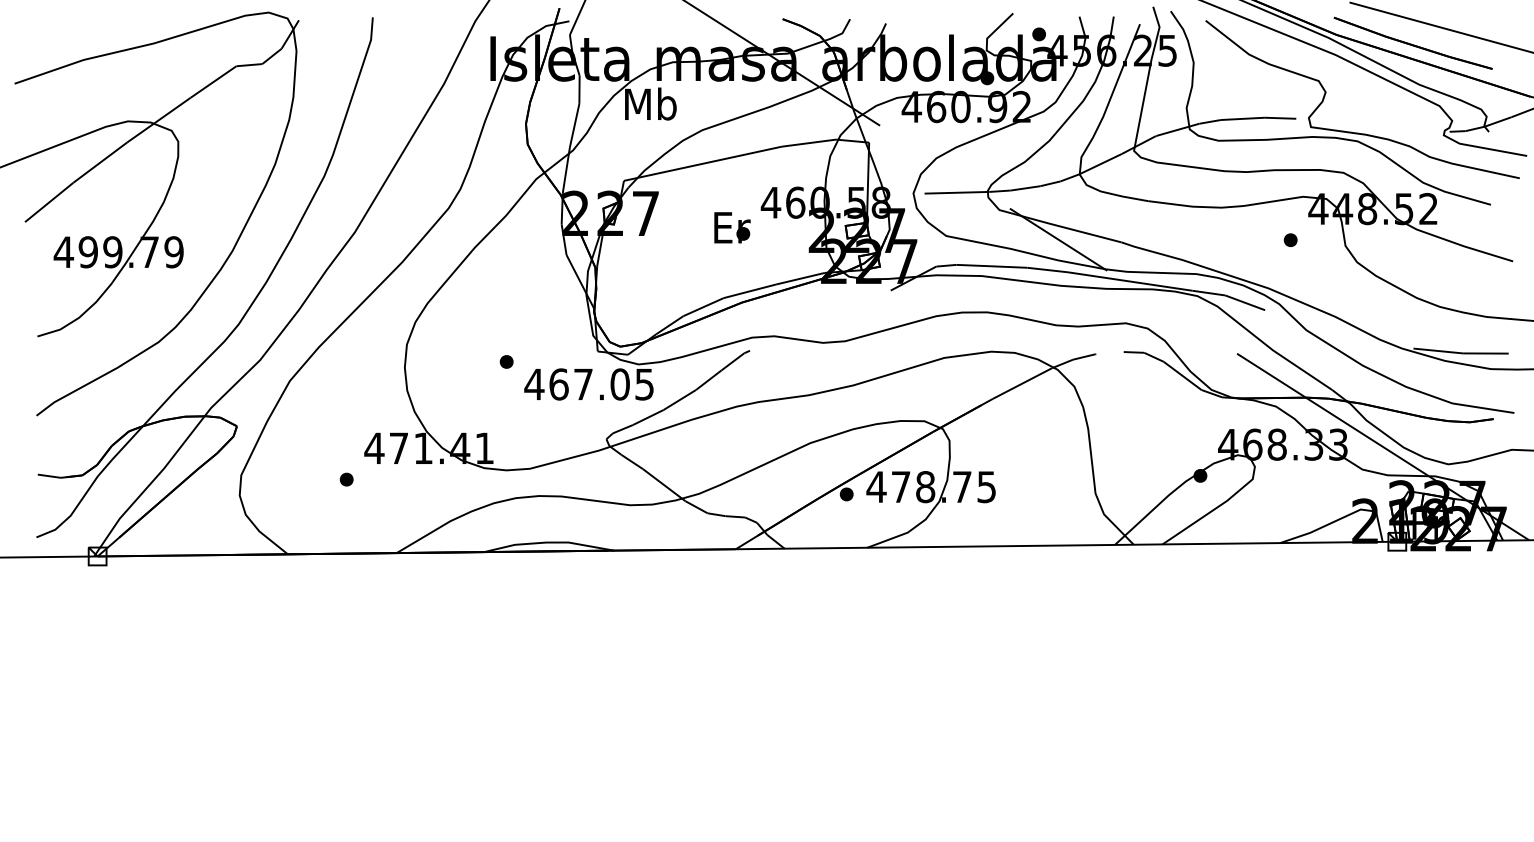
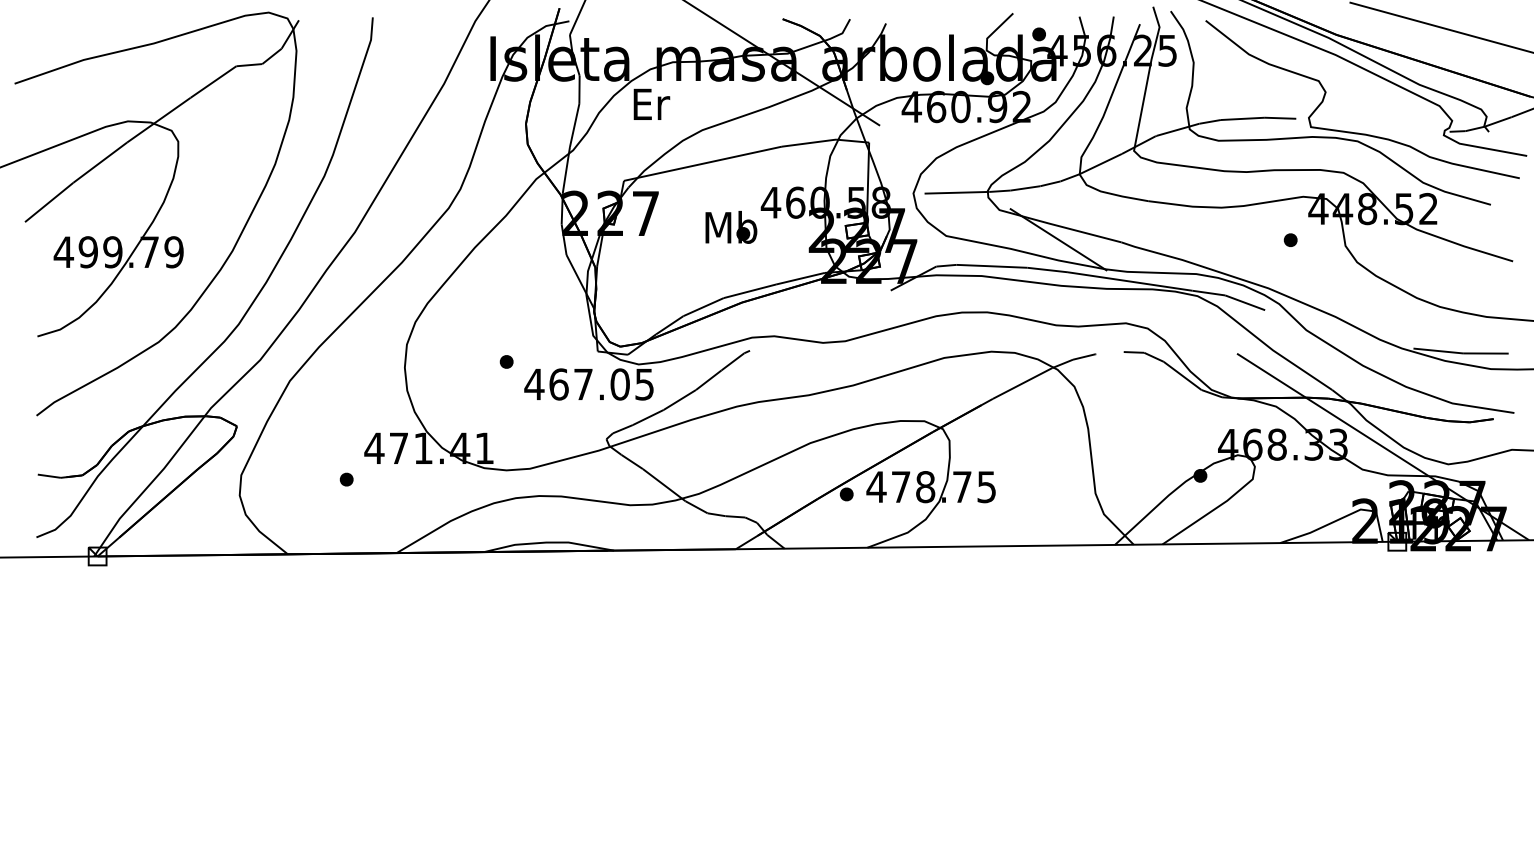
part at (1412, 42): present -> none
text at (650, 103): Mb -> Er
text at (731, 226): Er -> Mb
